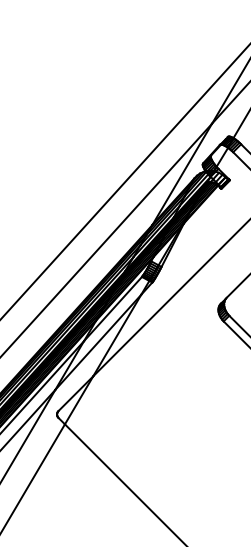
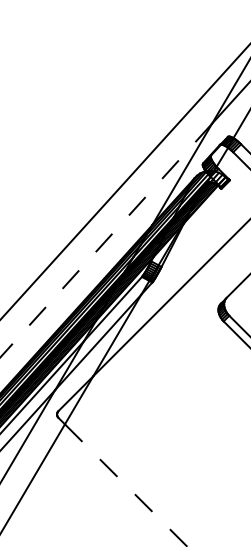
line at (105, 240): solid -> dashed
line at (126, 485): solid -> dashed
